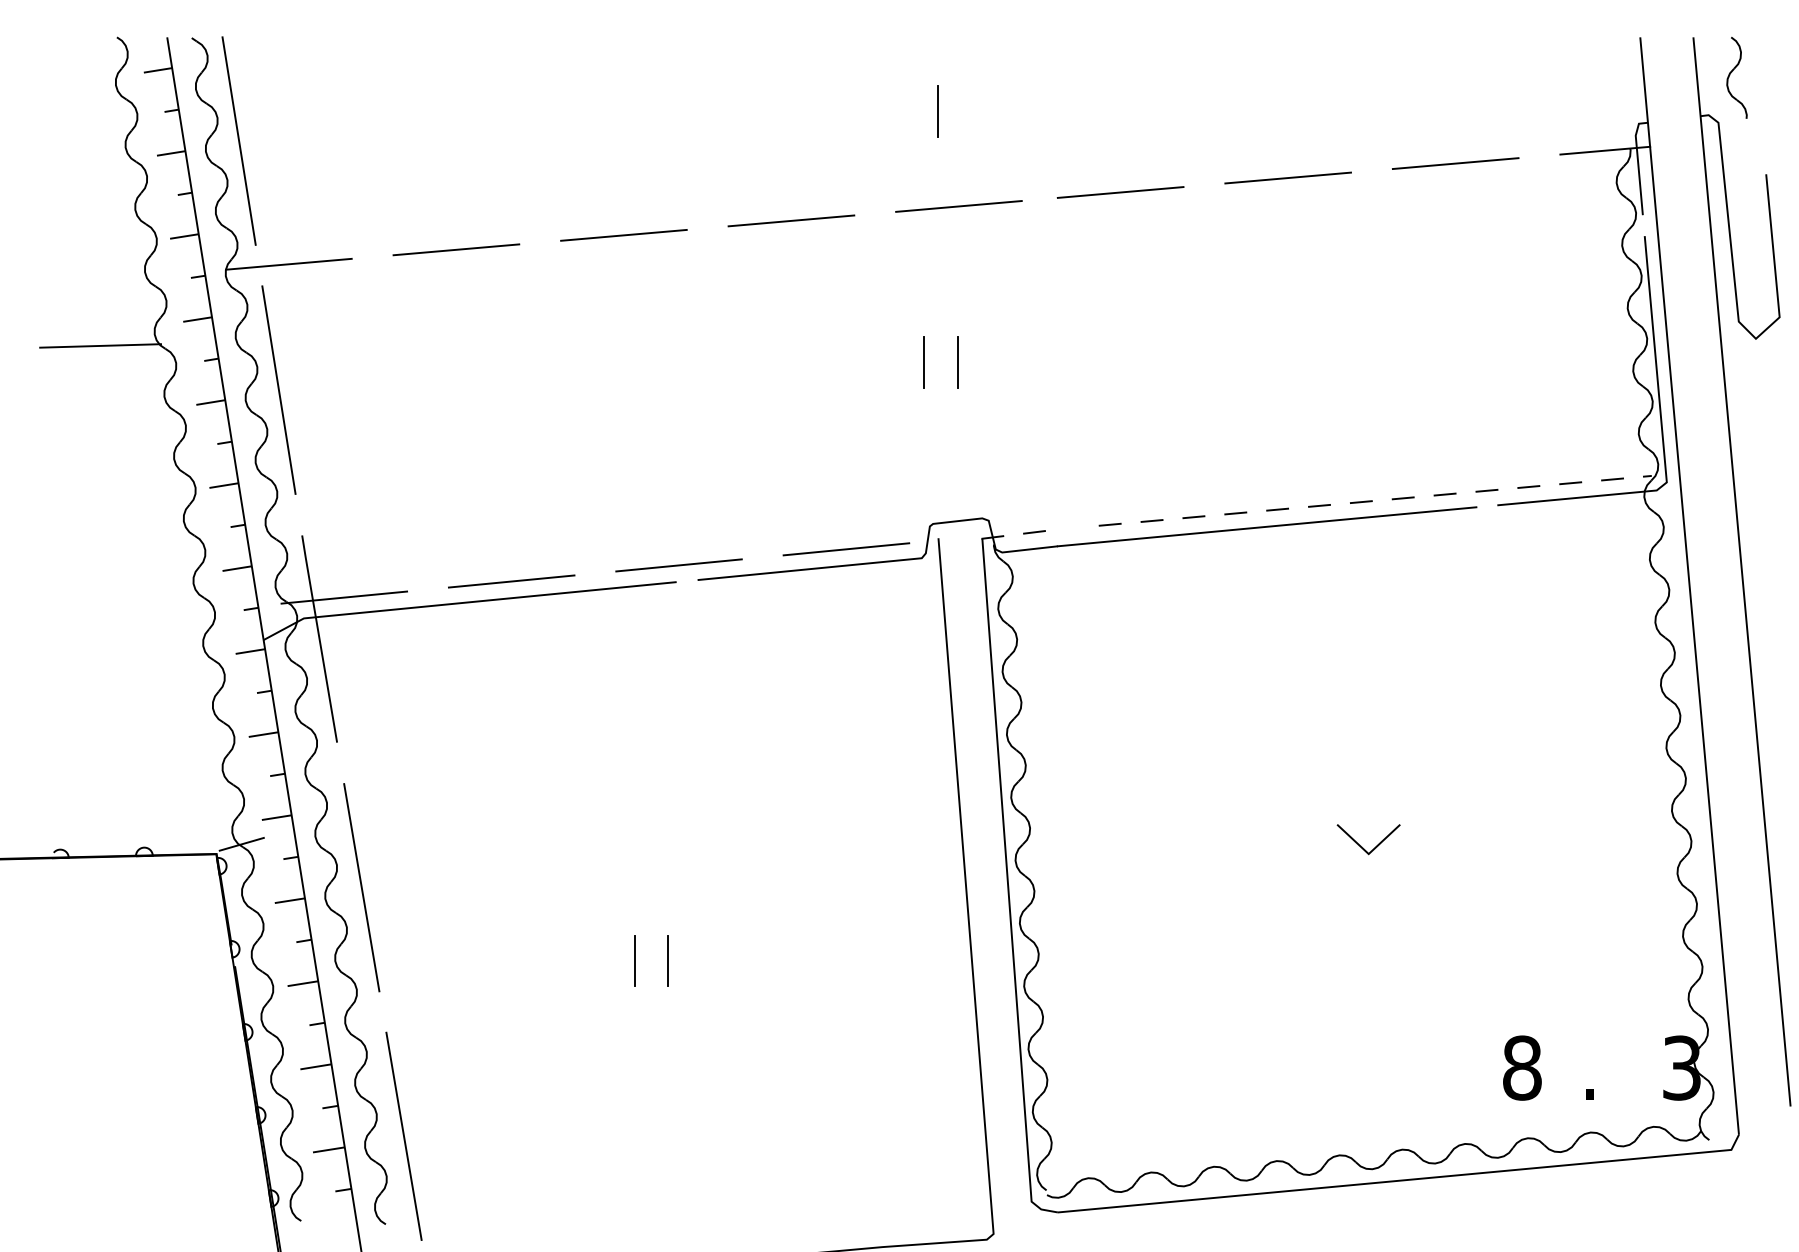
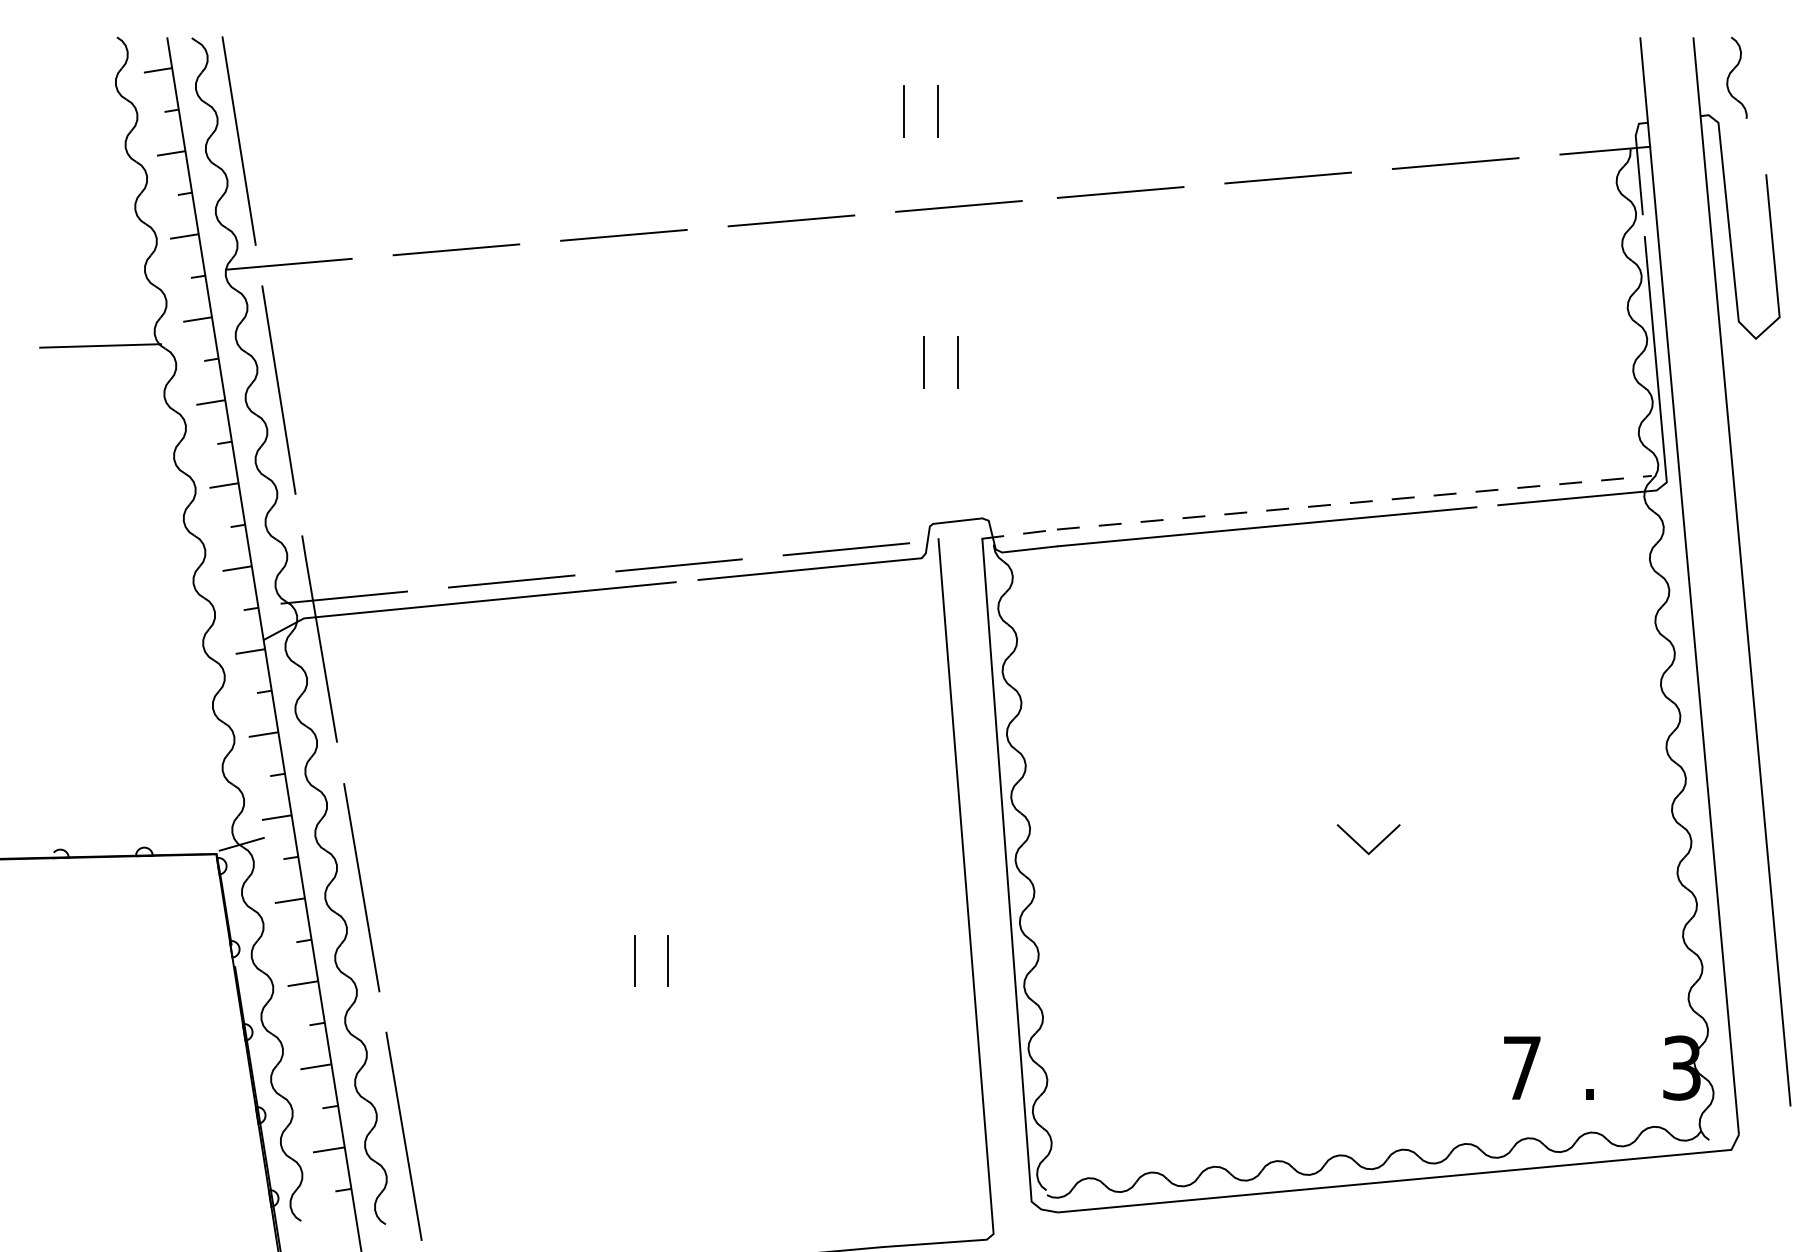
line at (904, 111): none -> present
line at (1068, 528): none -> present
text at (1522, 1067): 8 -> 7
